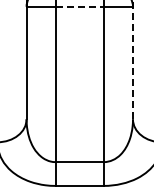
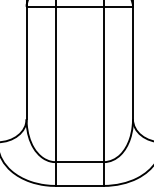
line at (80, 6): dashed -> solid
line at (132, 59): dashed -> solid
